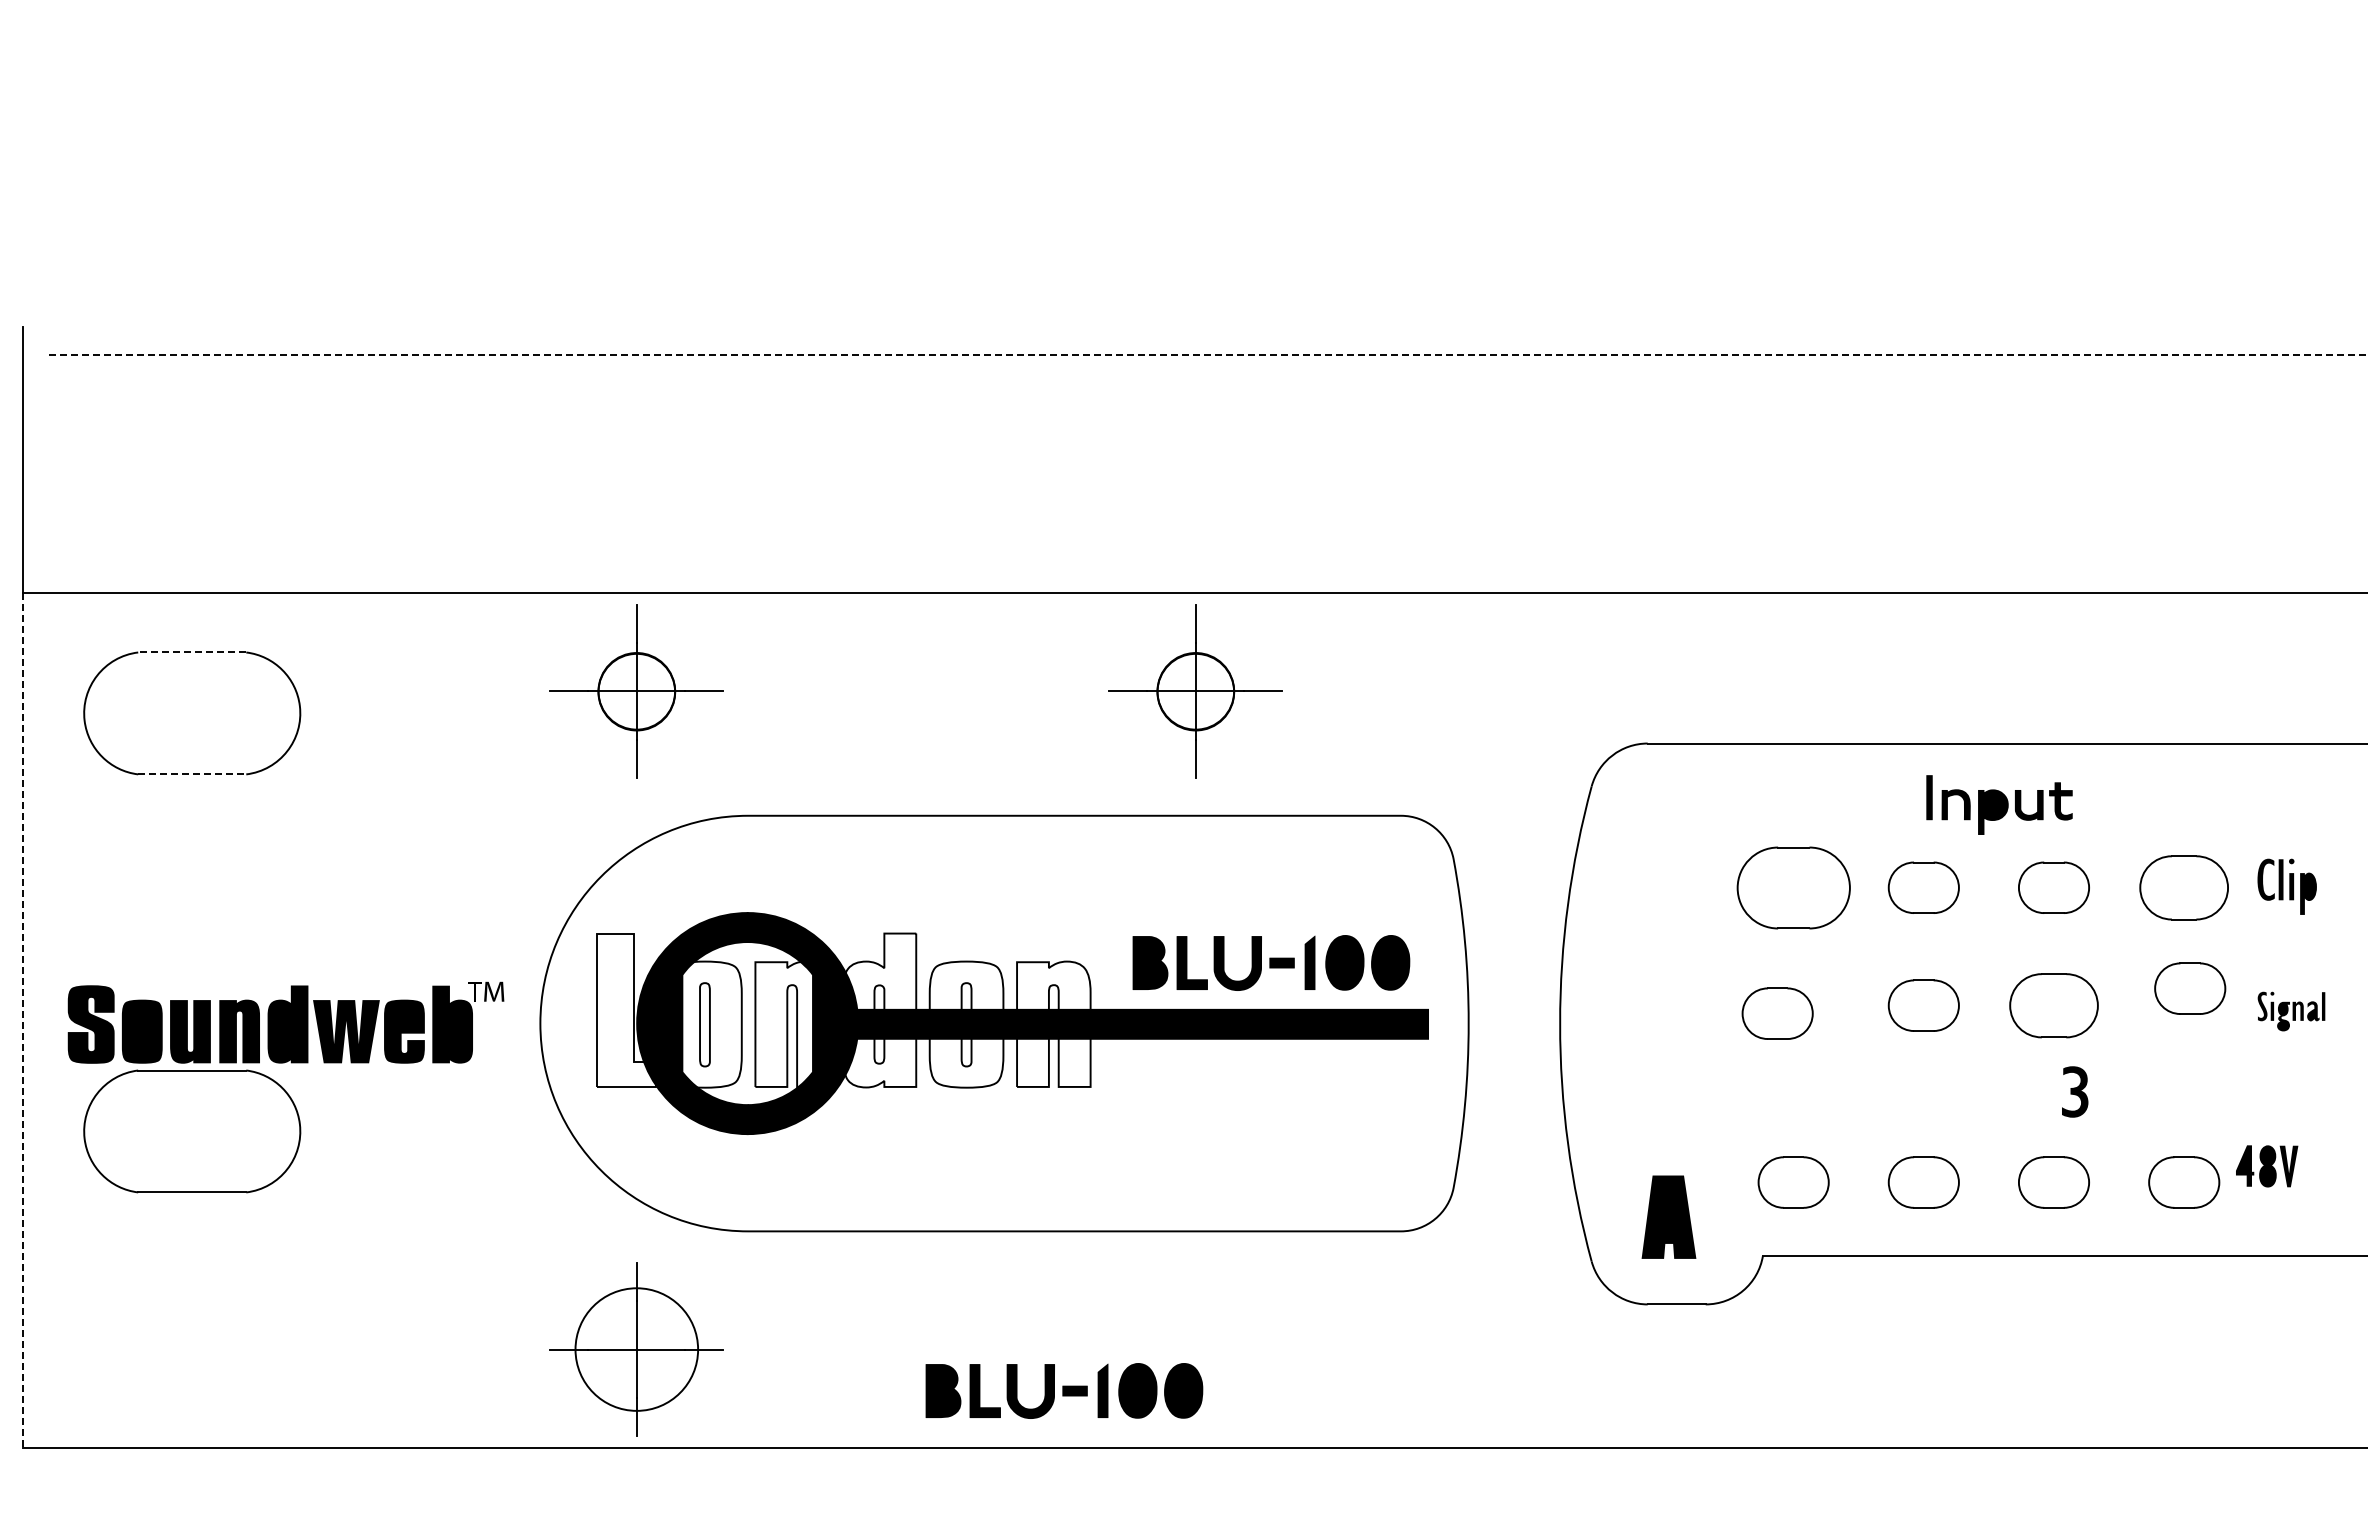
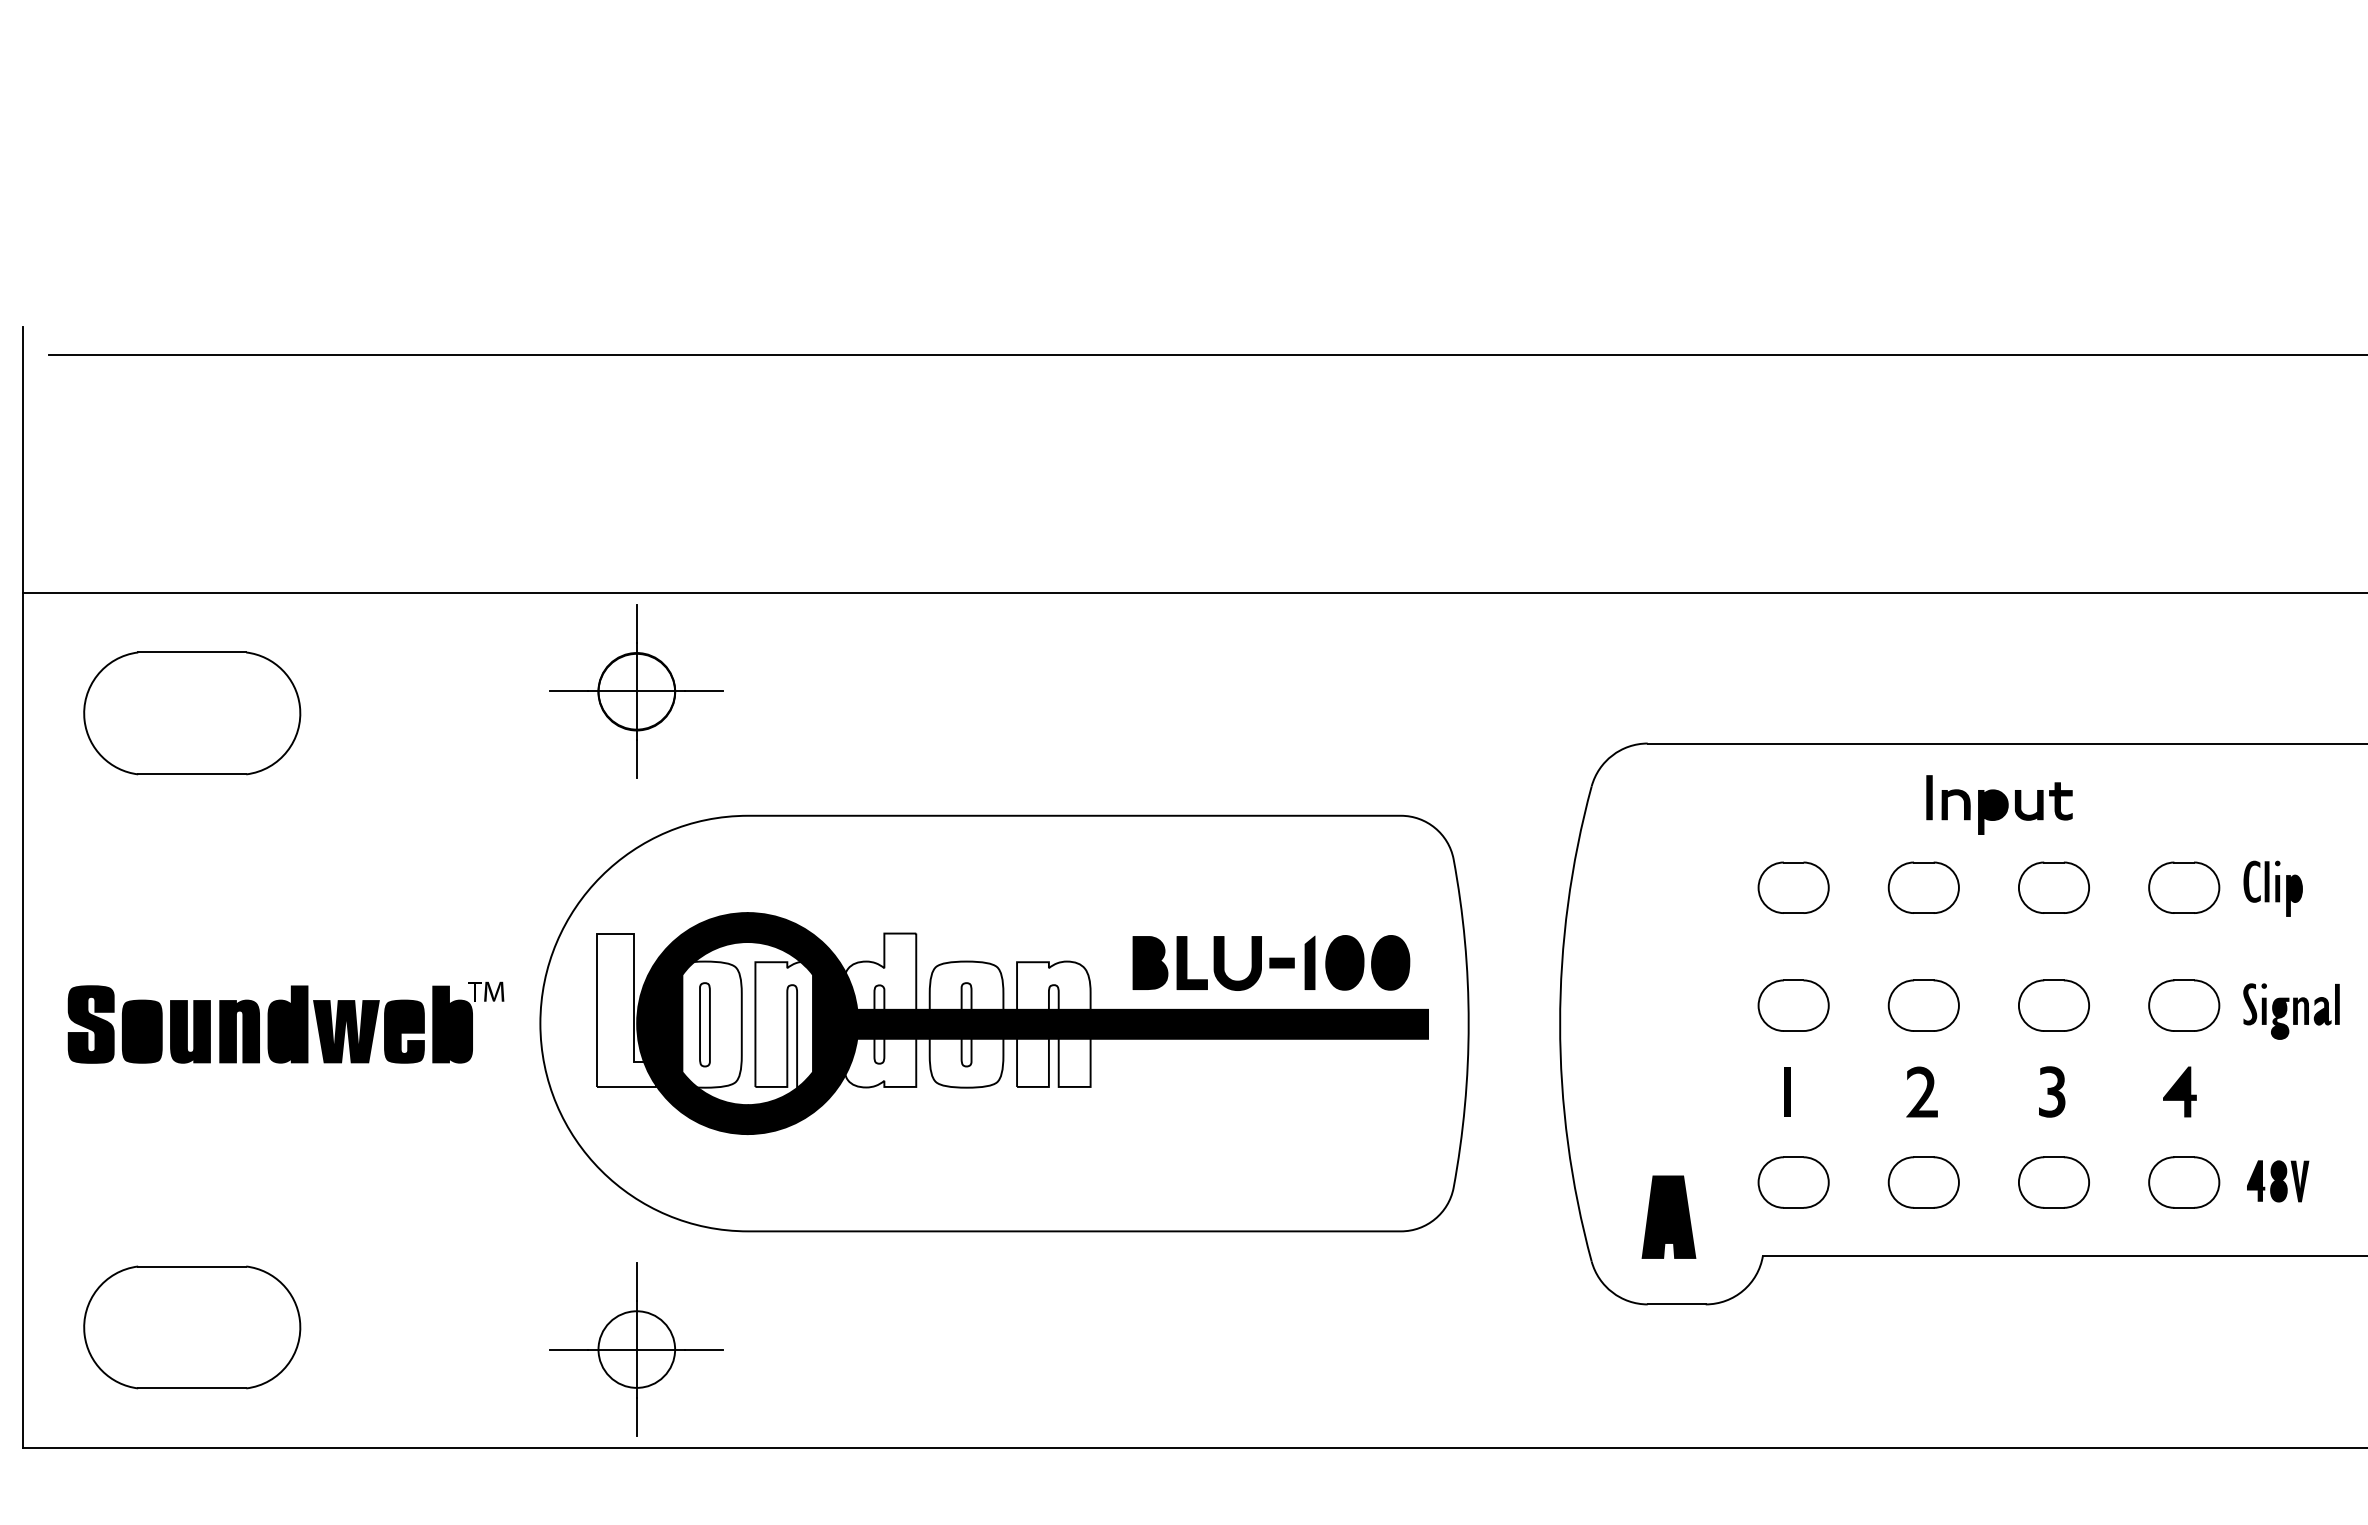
line at (1208, 354): dashed -> solid
line at (191, 652): dashed -> solid
part at (1195, 691): present -> none
line at (192, 774): dashed -> solid
part at (2286, 886) position: (2286, 886) -> (2272, 888)
part at (1793, 887) size: 115x84 px -> 73x53 px
part at (2183, 887) size: 90x66 px -> 73x53 px
part at (2190, 988) position: (2190, 988) -> (2184, 1005)
part at (2053, 1005) size: 90x66 px -> 72x53 px
part at (2291, 1011) size: 69x41 px -> 97x57 px
part at (1777, 1013) position: (1777, 1013) -> (1793, 1005)
line at (22, 1020): dashed -> solid
fill at (1787, 1091): none -> present
fill at (1921, 1091): none -> present
part at (2075, 1091) position: (2075, 1091) -> (2052, 1091)
part at (2179, 1091): none -> present
part at (192, 1131) position: (192, 1131) -> (192, 1327)
part at (2267, 1166) position: (2267, 1166) -> (2278, 1181)
circle at (636, 1349) diameter: 123 px -> 77 px
part at (1064, 1390): present -> none
